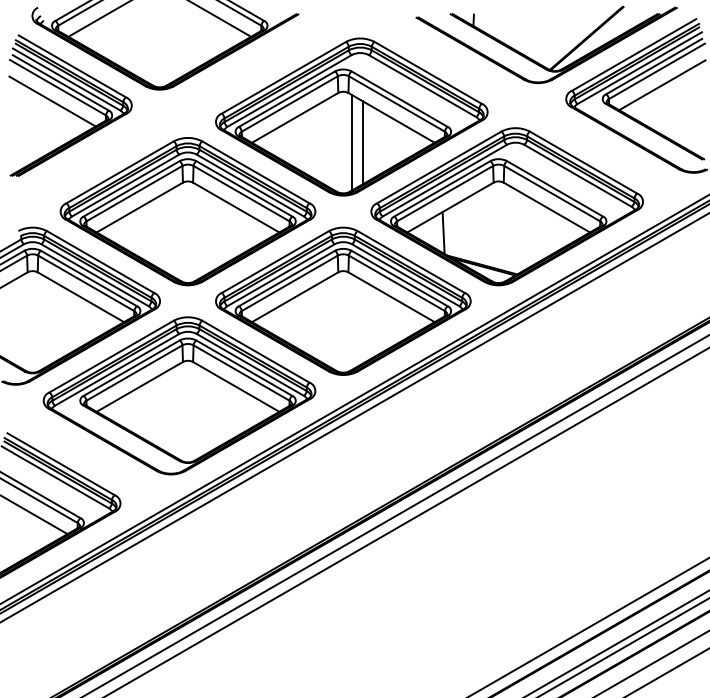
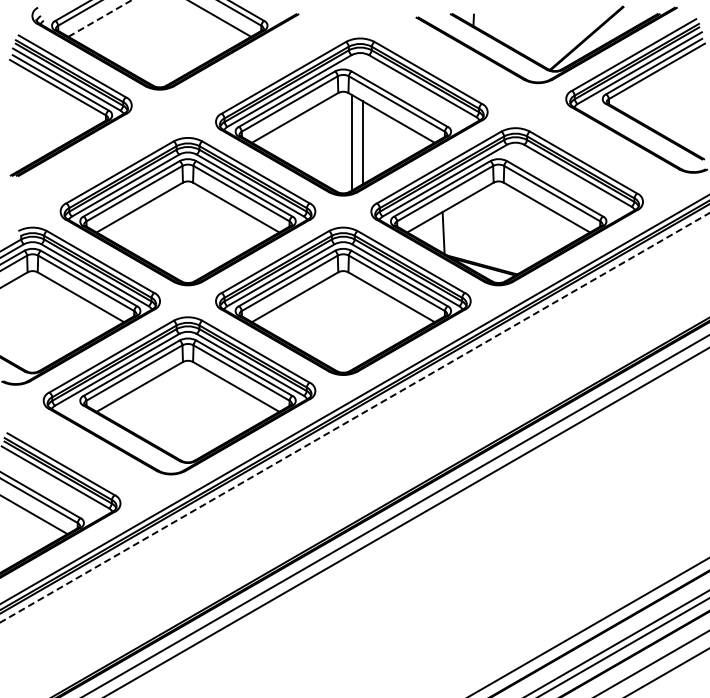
line at (100, 18): solid -> dashed
line at (662, 85): present -> none
line at (52, 101): present -> none
line at (354, 417): solid -> dashed
